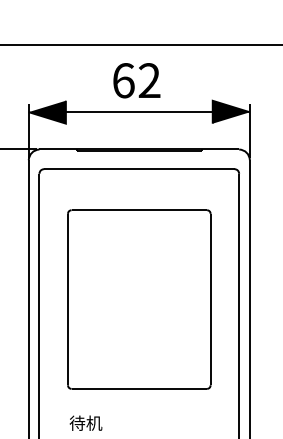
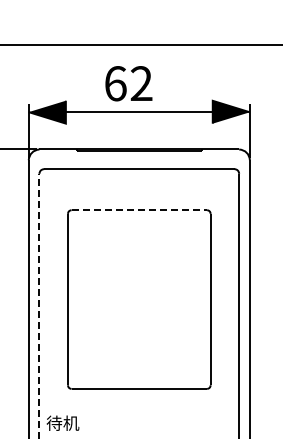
text at (136, 80) position: (136, 80) -> (128, 83)
line at (139, 210): solid -> dashed
line at (39, 305): solid -> dashed
text at (85, 422) position: (85, 422) -> (62, 422)
